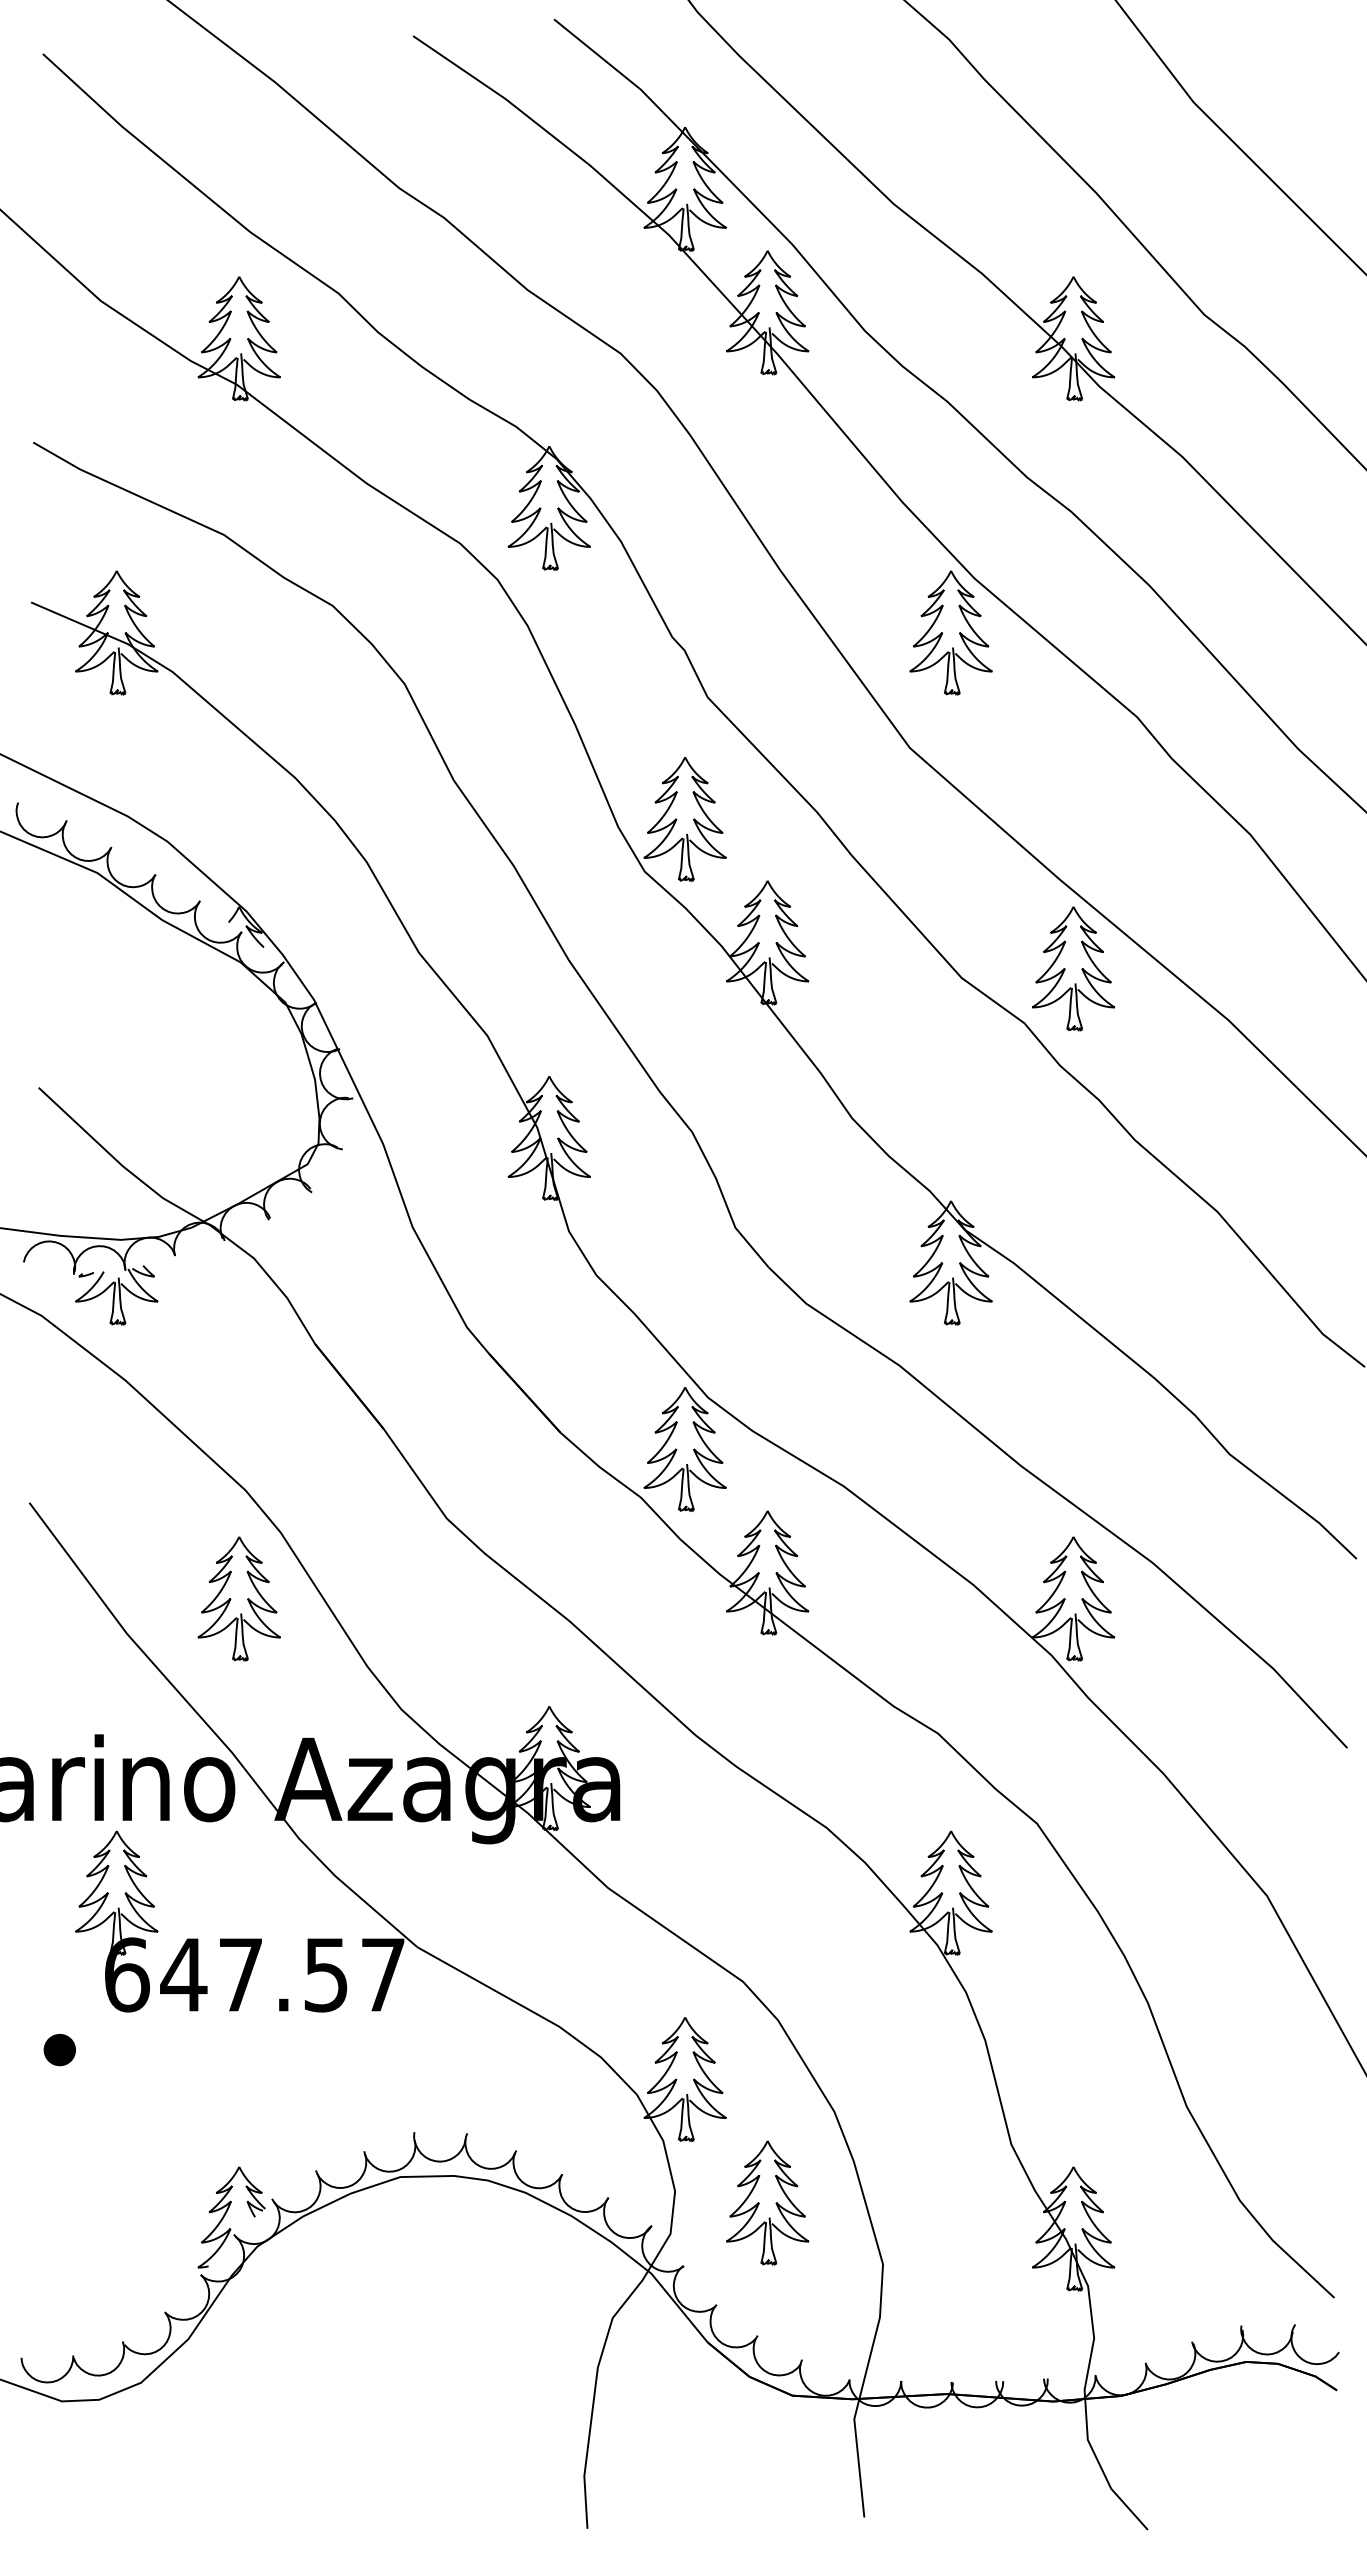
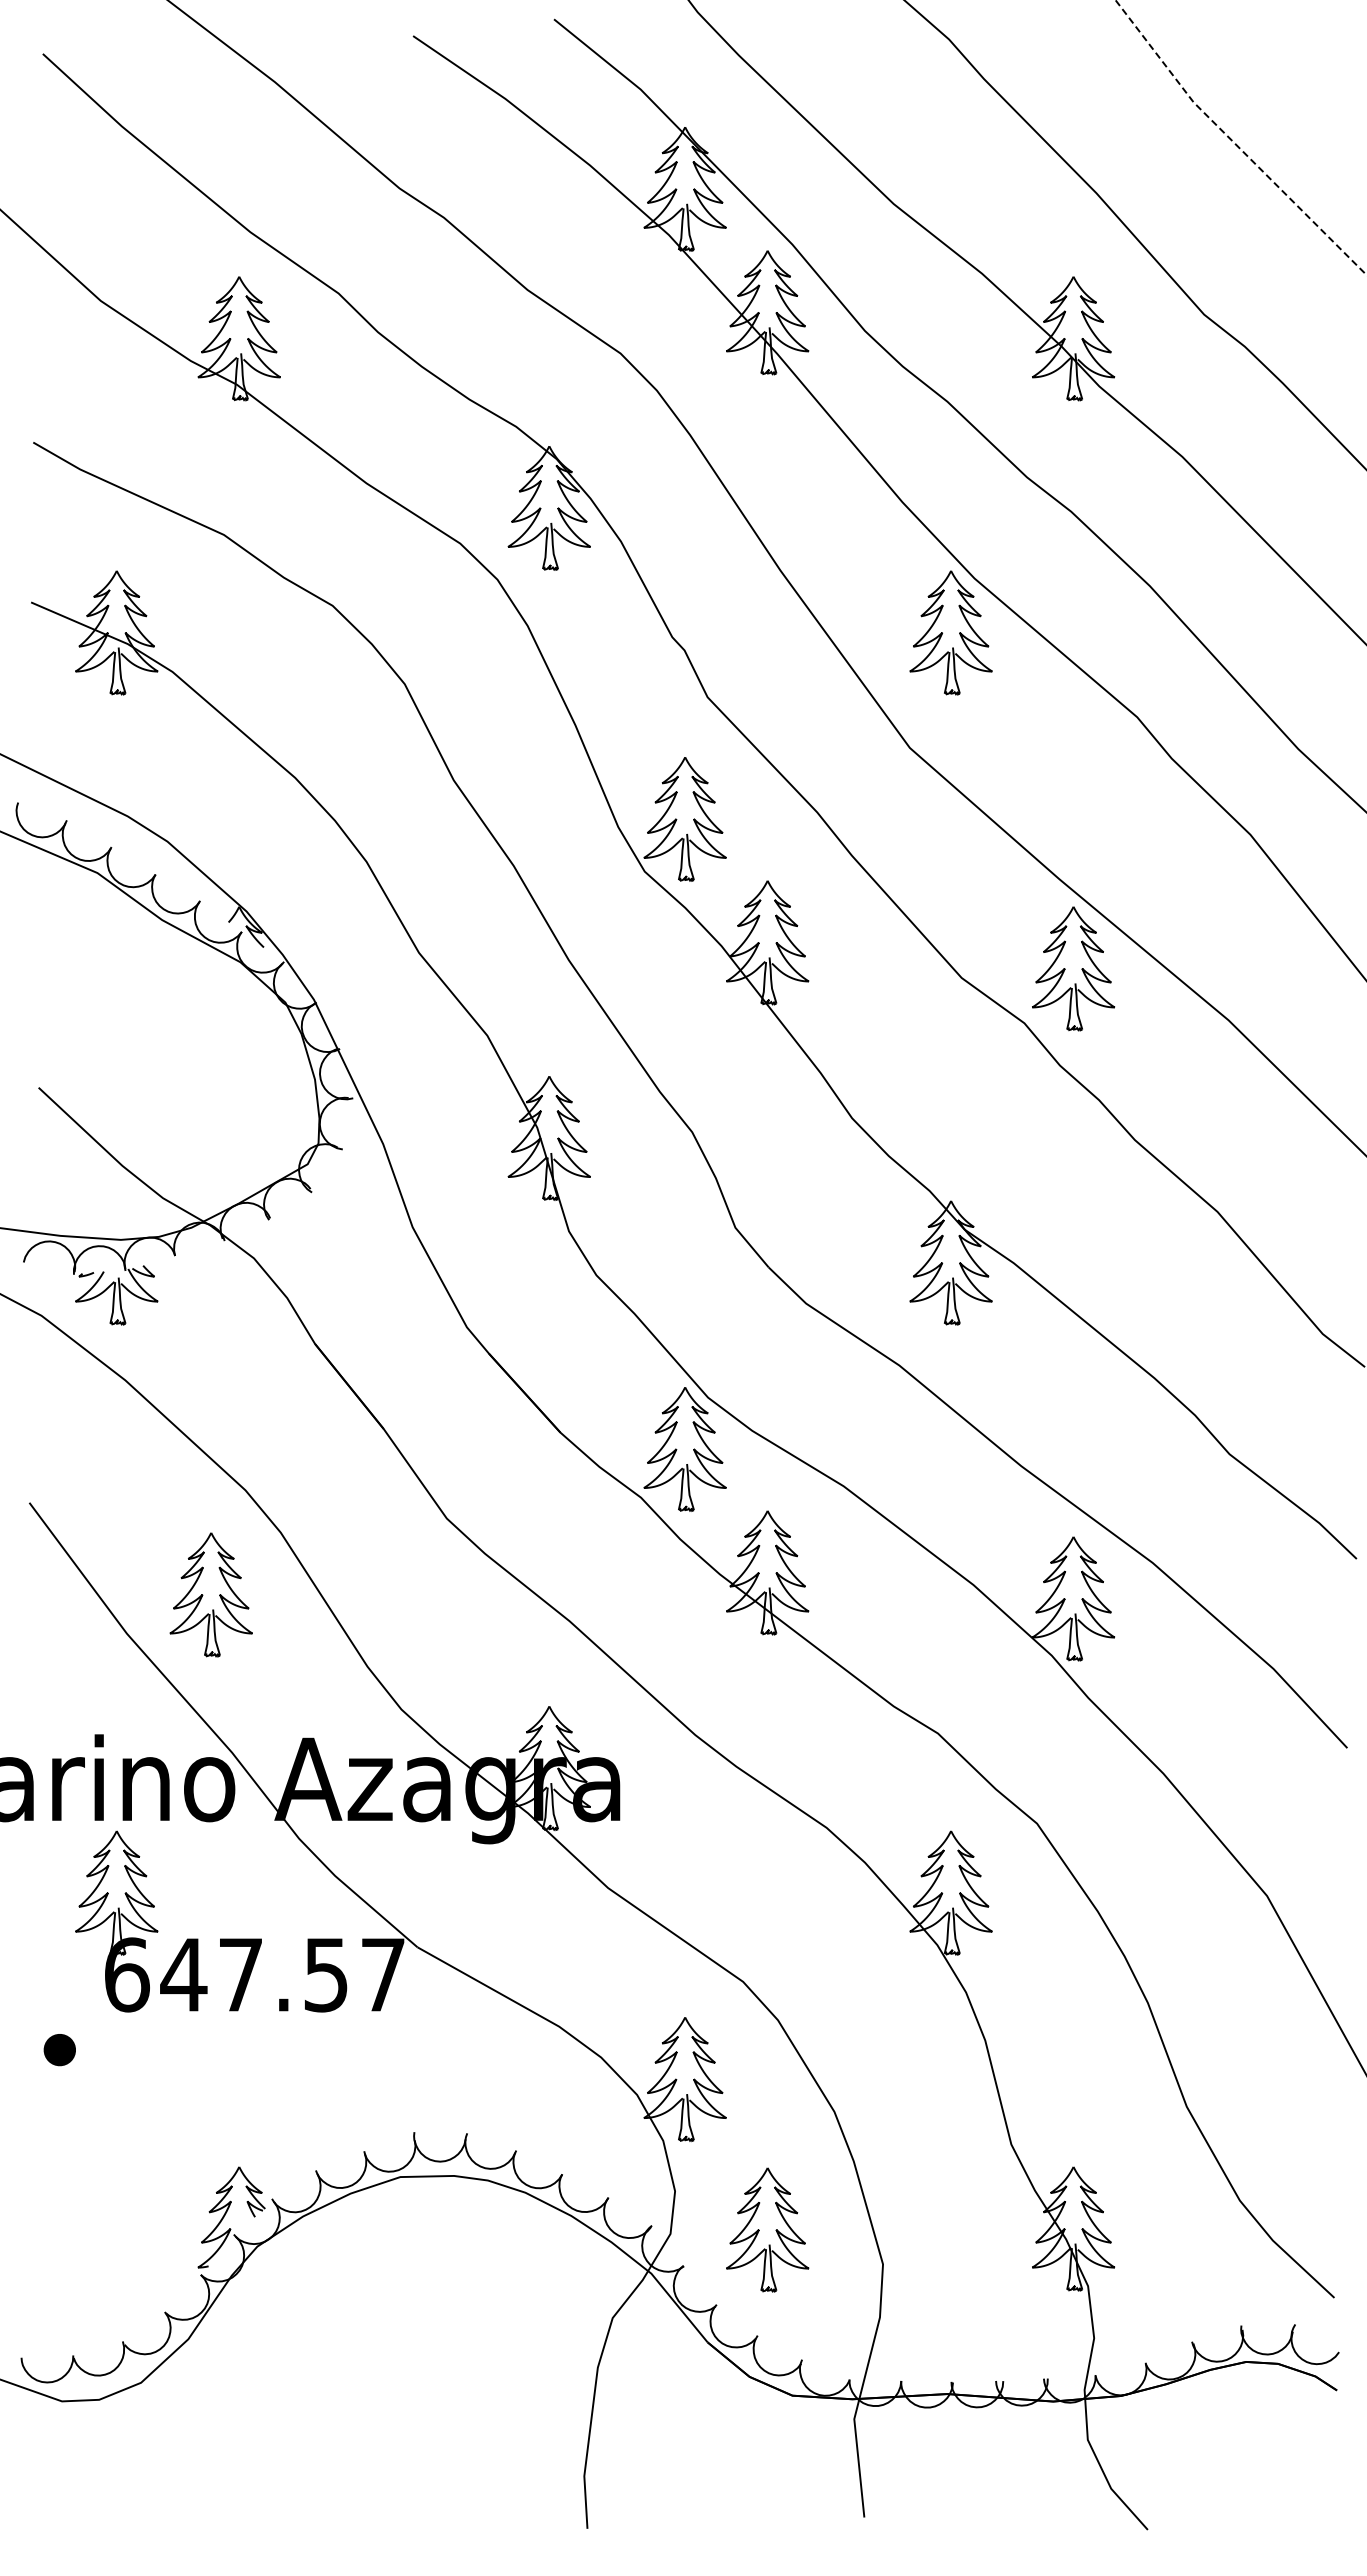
line at (1234, 142): solid -> dashed
part at (238, 1598) position: (238, 1598) -> (210, 1594)
part at (767, 2202) position: (767, 2202) -> (767, 2229)
